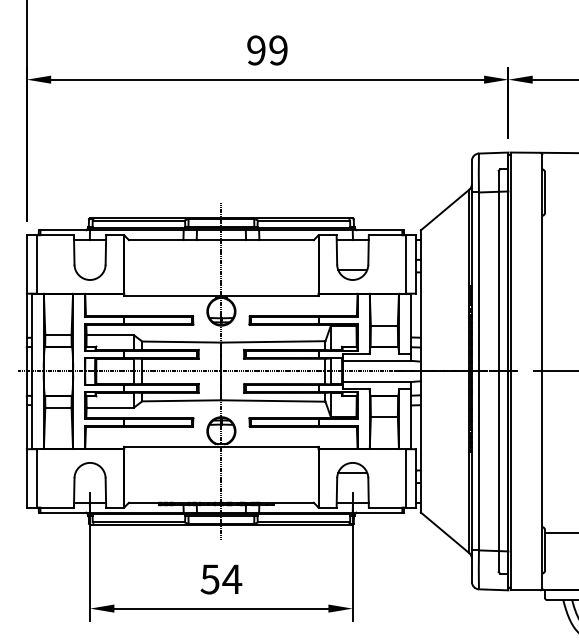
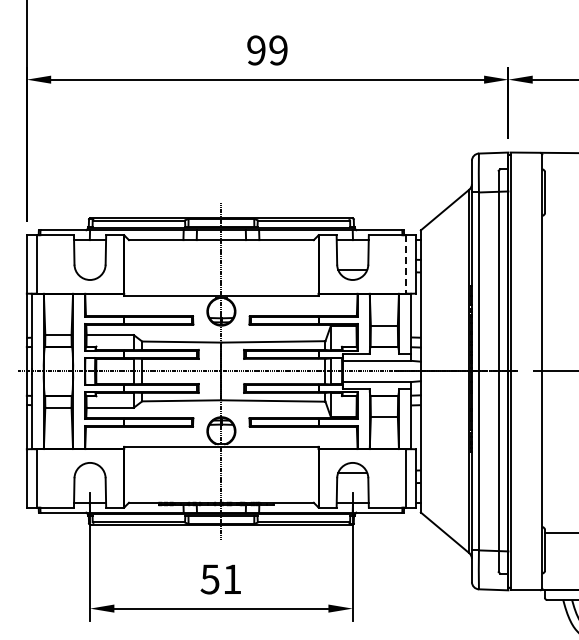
line at (406, 264): solid -> dashed
text at (232, 578): 54 -> 51
